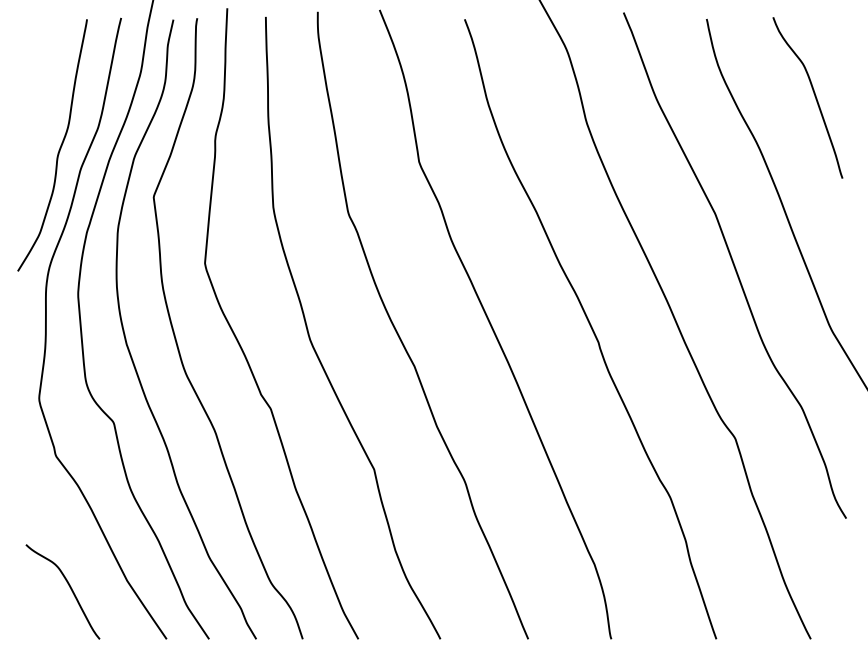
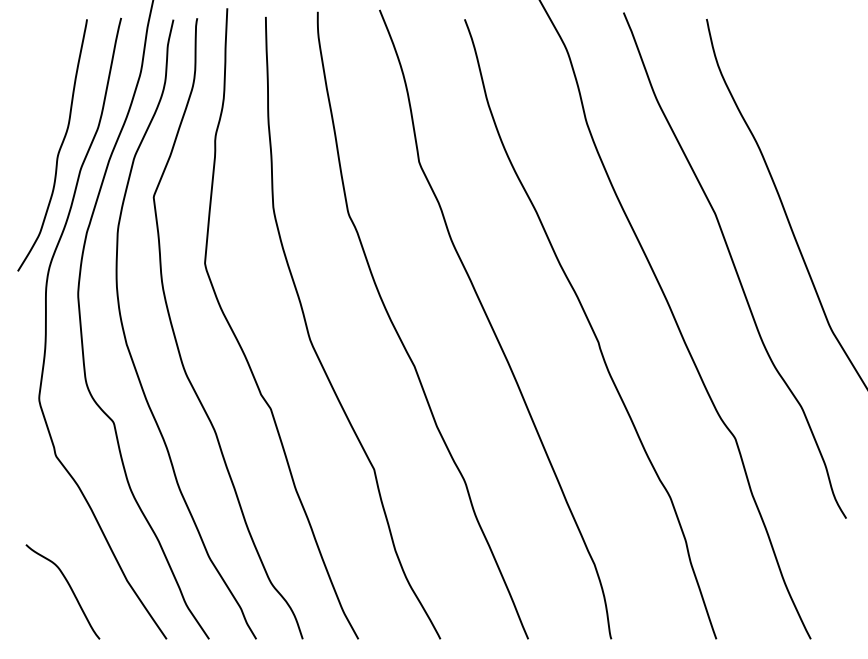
curve at (814, 96): present -> none
